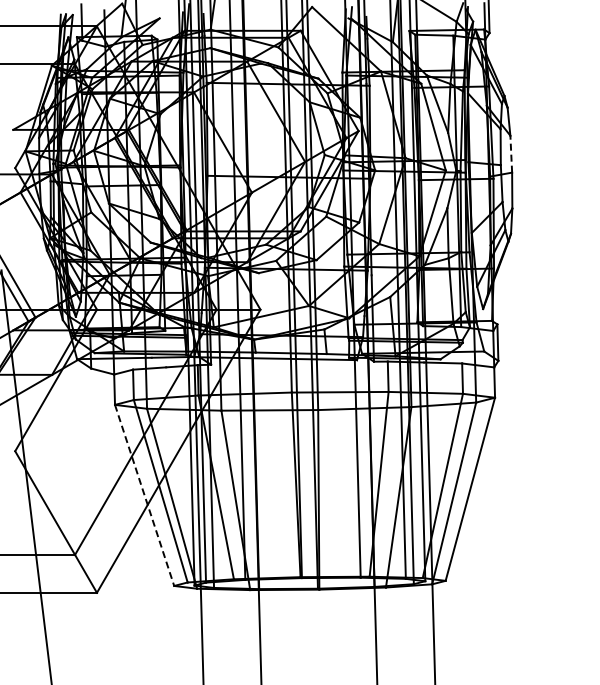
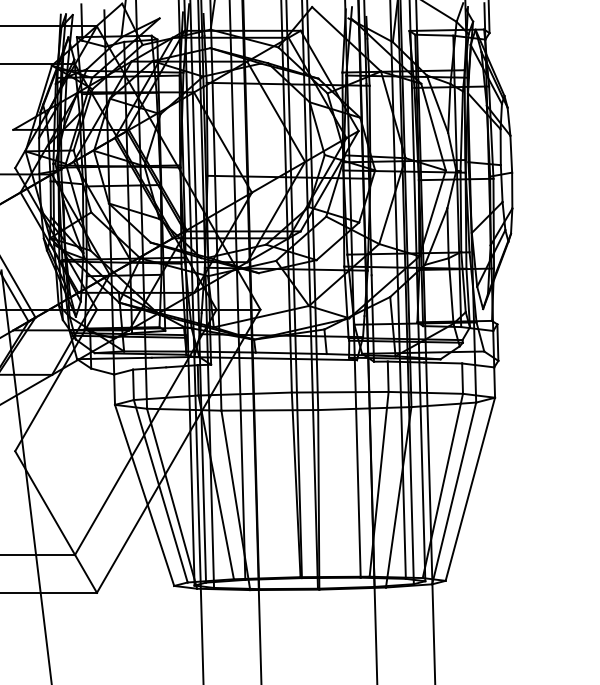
line at (511, 153): dashed -> solid
line at (144, 495): dashed -> solid
